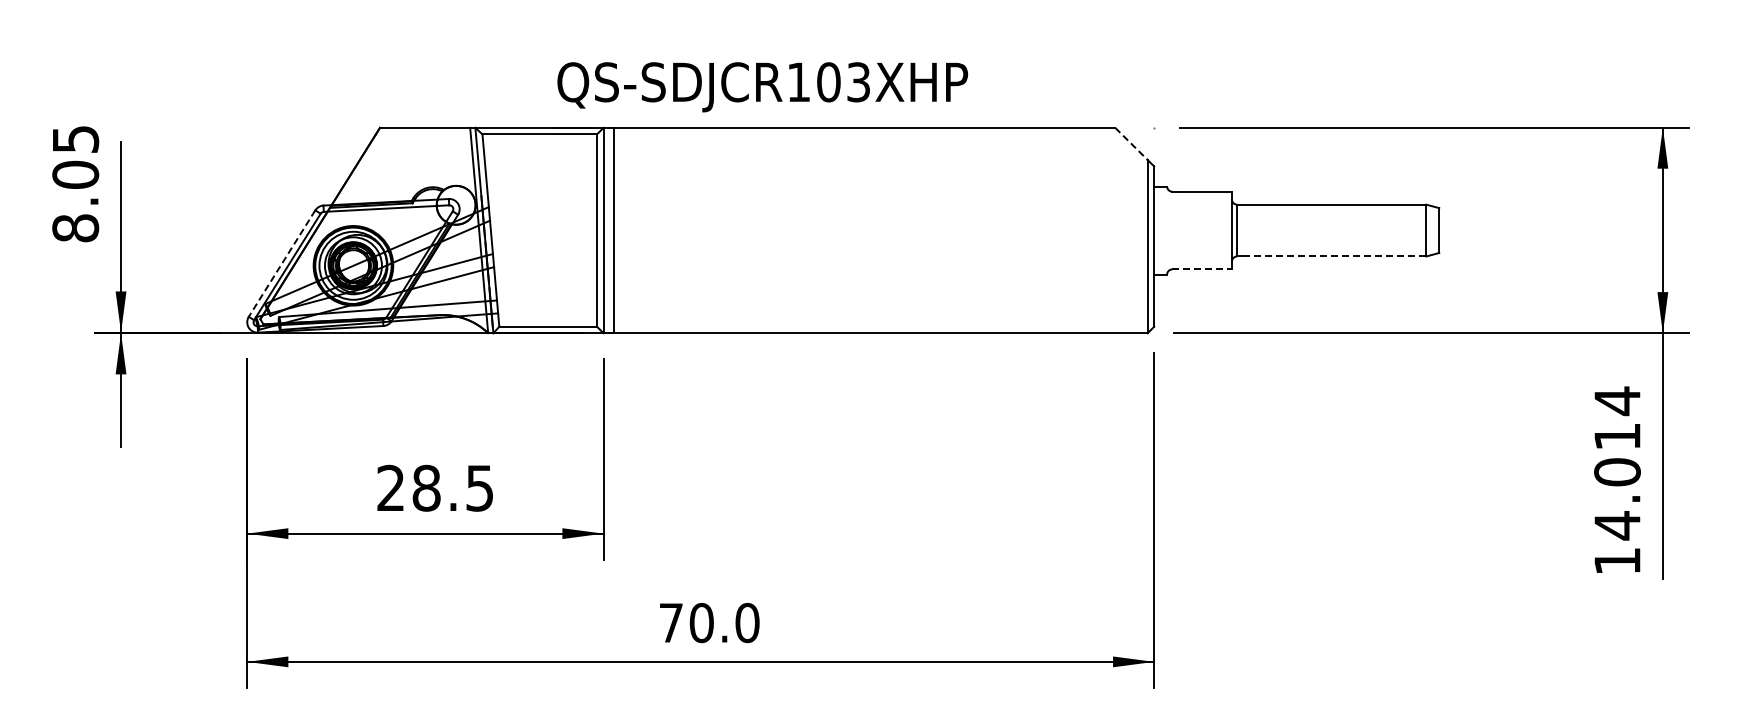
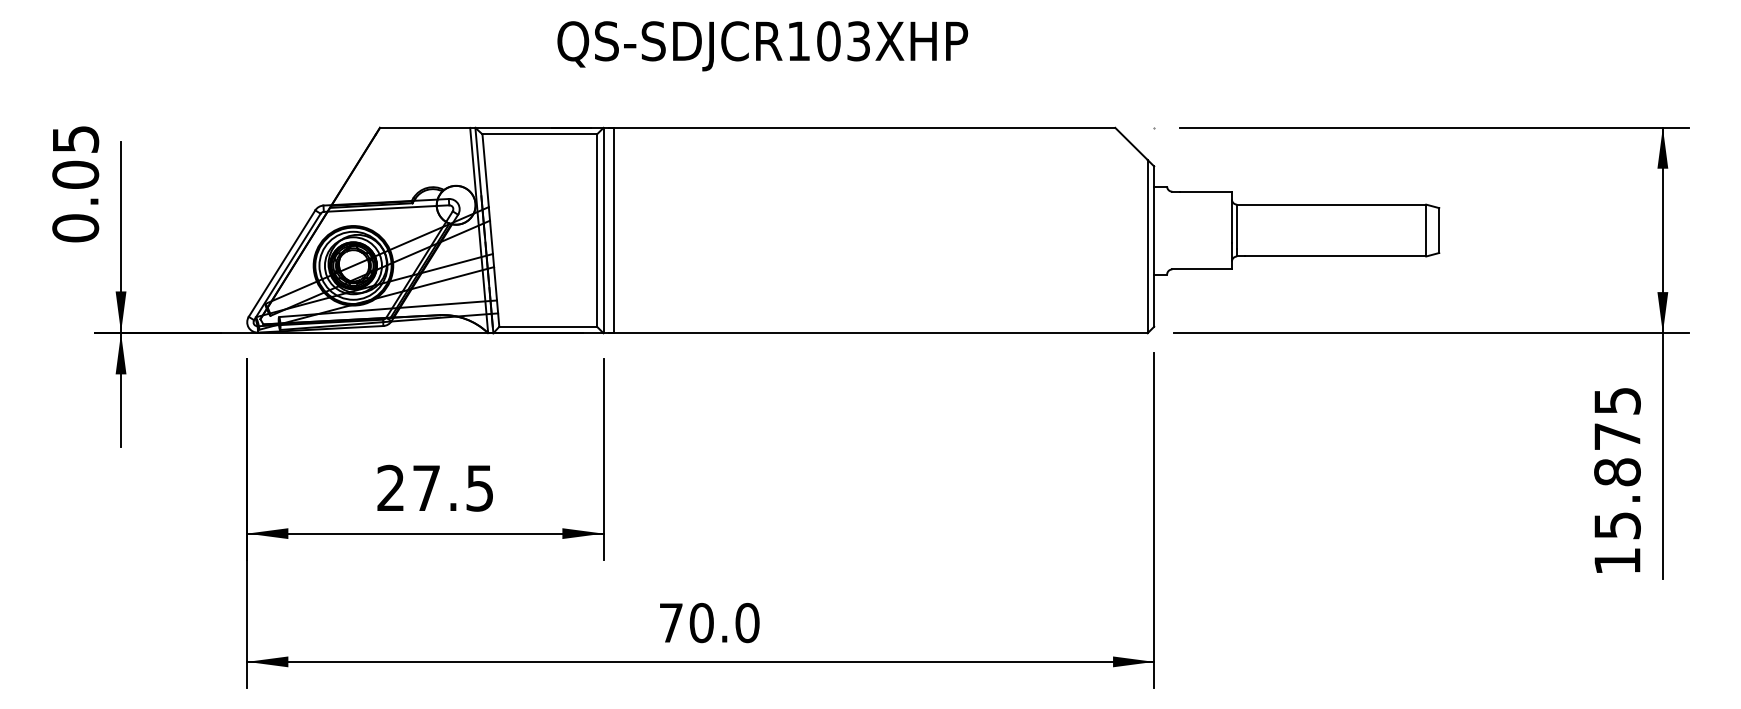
text at (762, 87) position: (762, 87) -> (762, 46)
line at (1131, 143): dashed -> solid
text at (75, 228): 8.05 -> 0.05
line at (1335, 256): dashed -> solid
line at (282, 263): dashed -> solid
line at (1202, 269): dashed -> solid
text at (1617, 463): 14.014 -> 15.875
text at (426, 487): 28.5 -> 27.5
